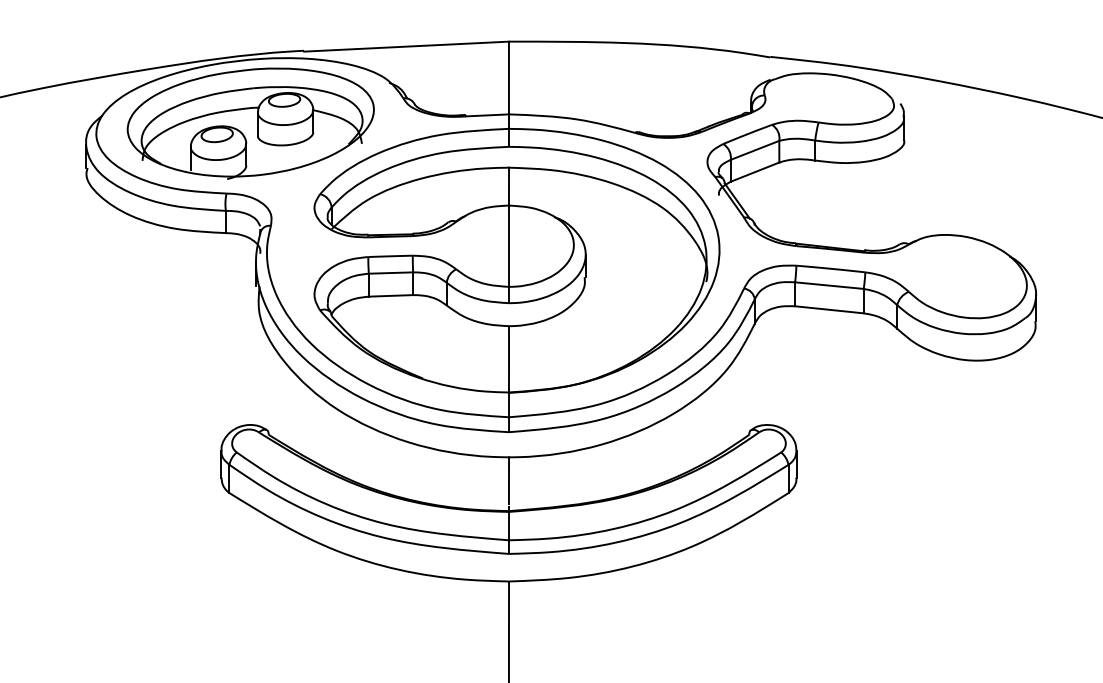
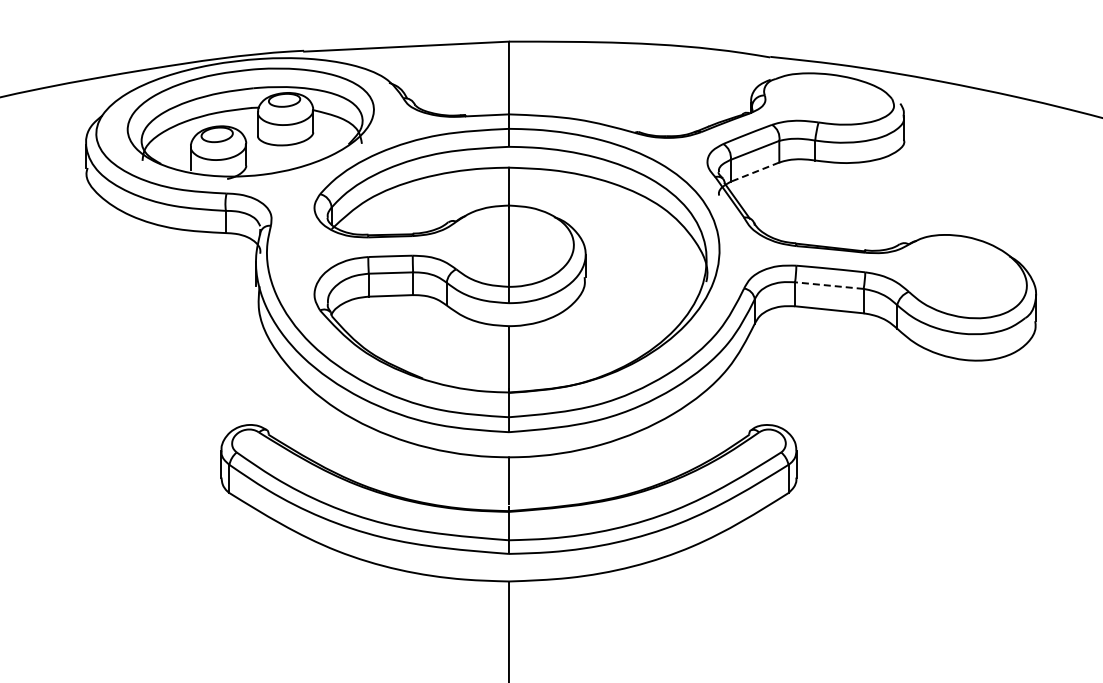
line at (754, 172): solid -> dashed
line at (828, 285): solid -> dashed
